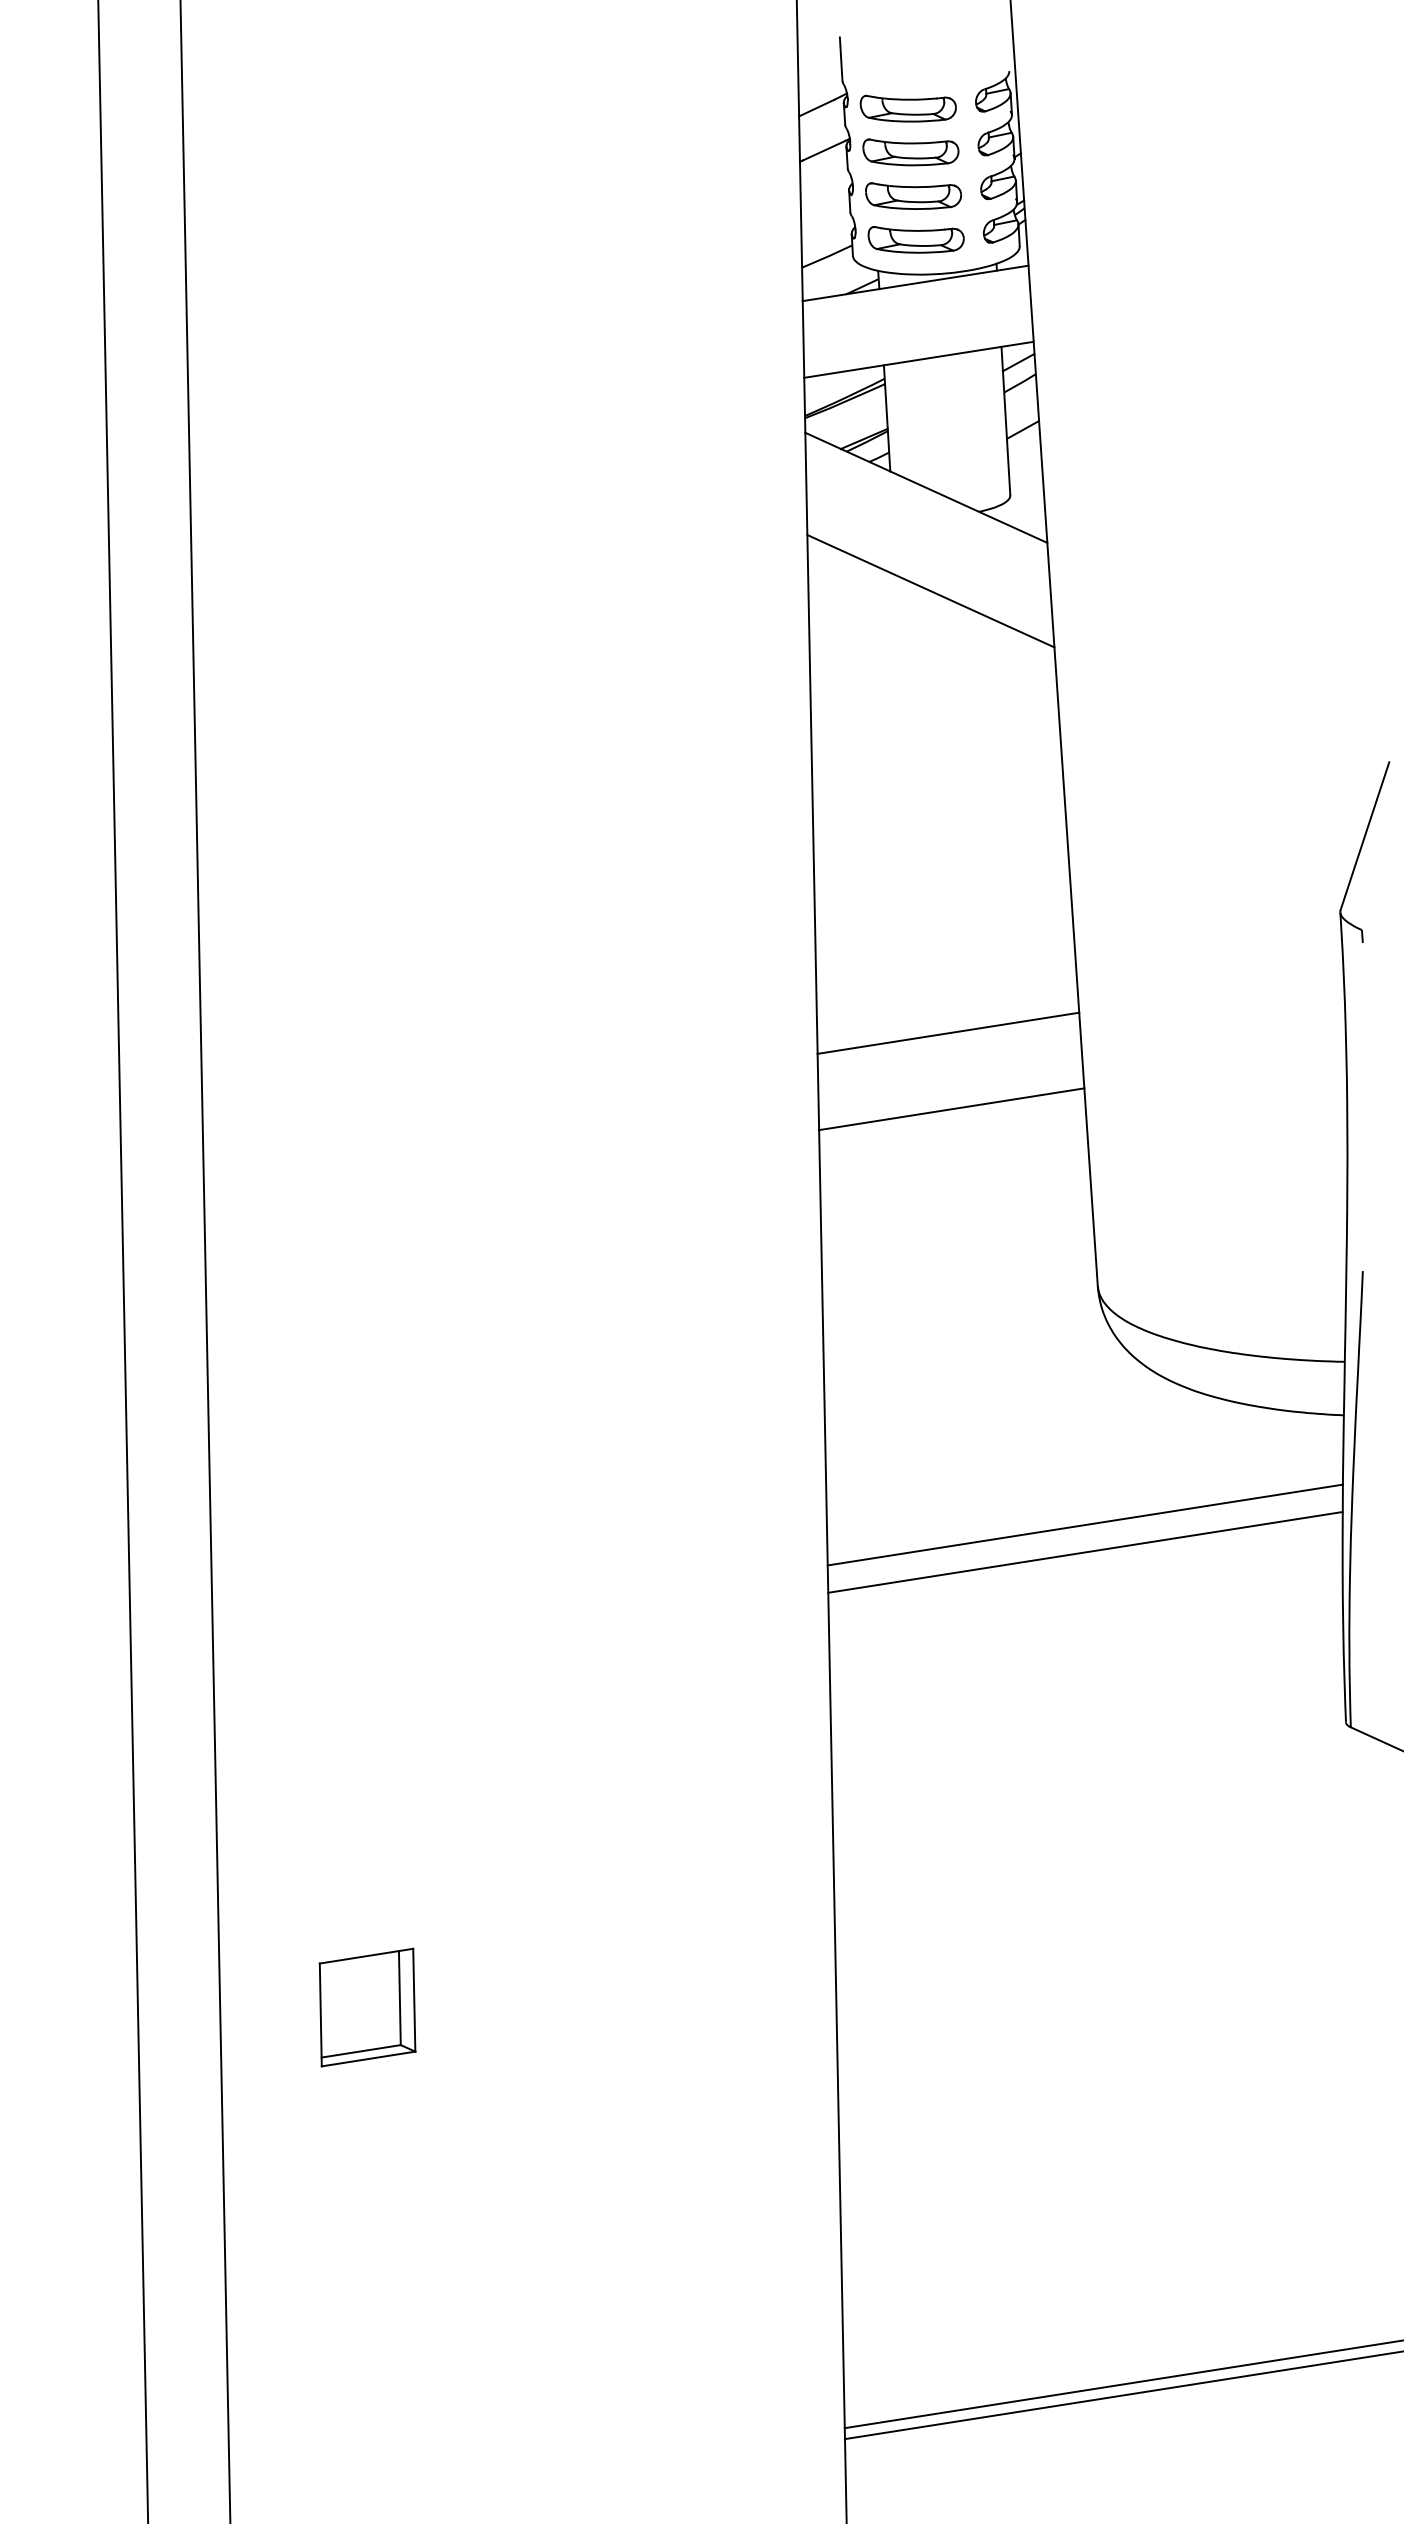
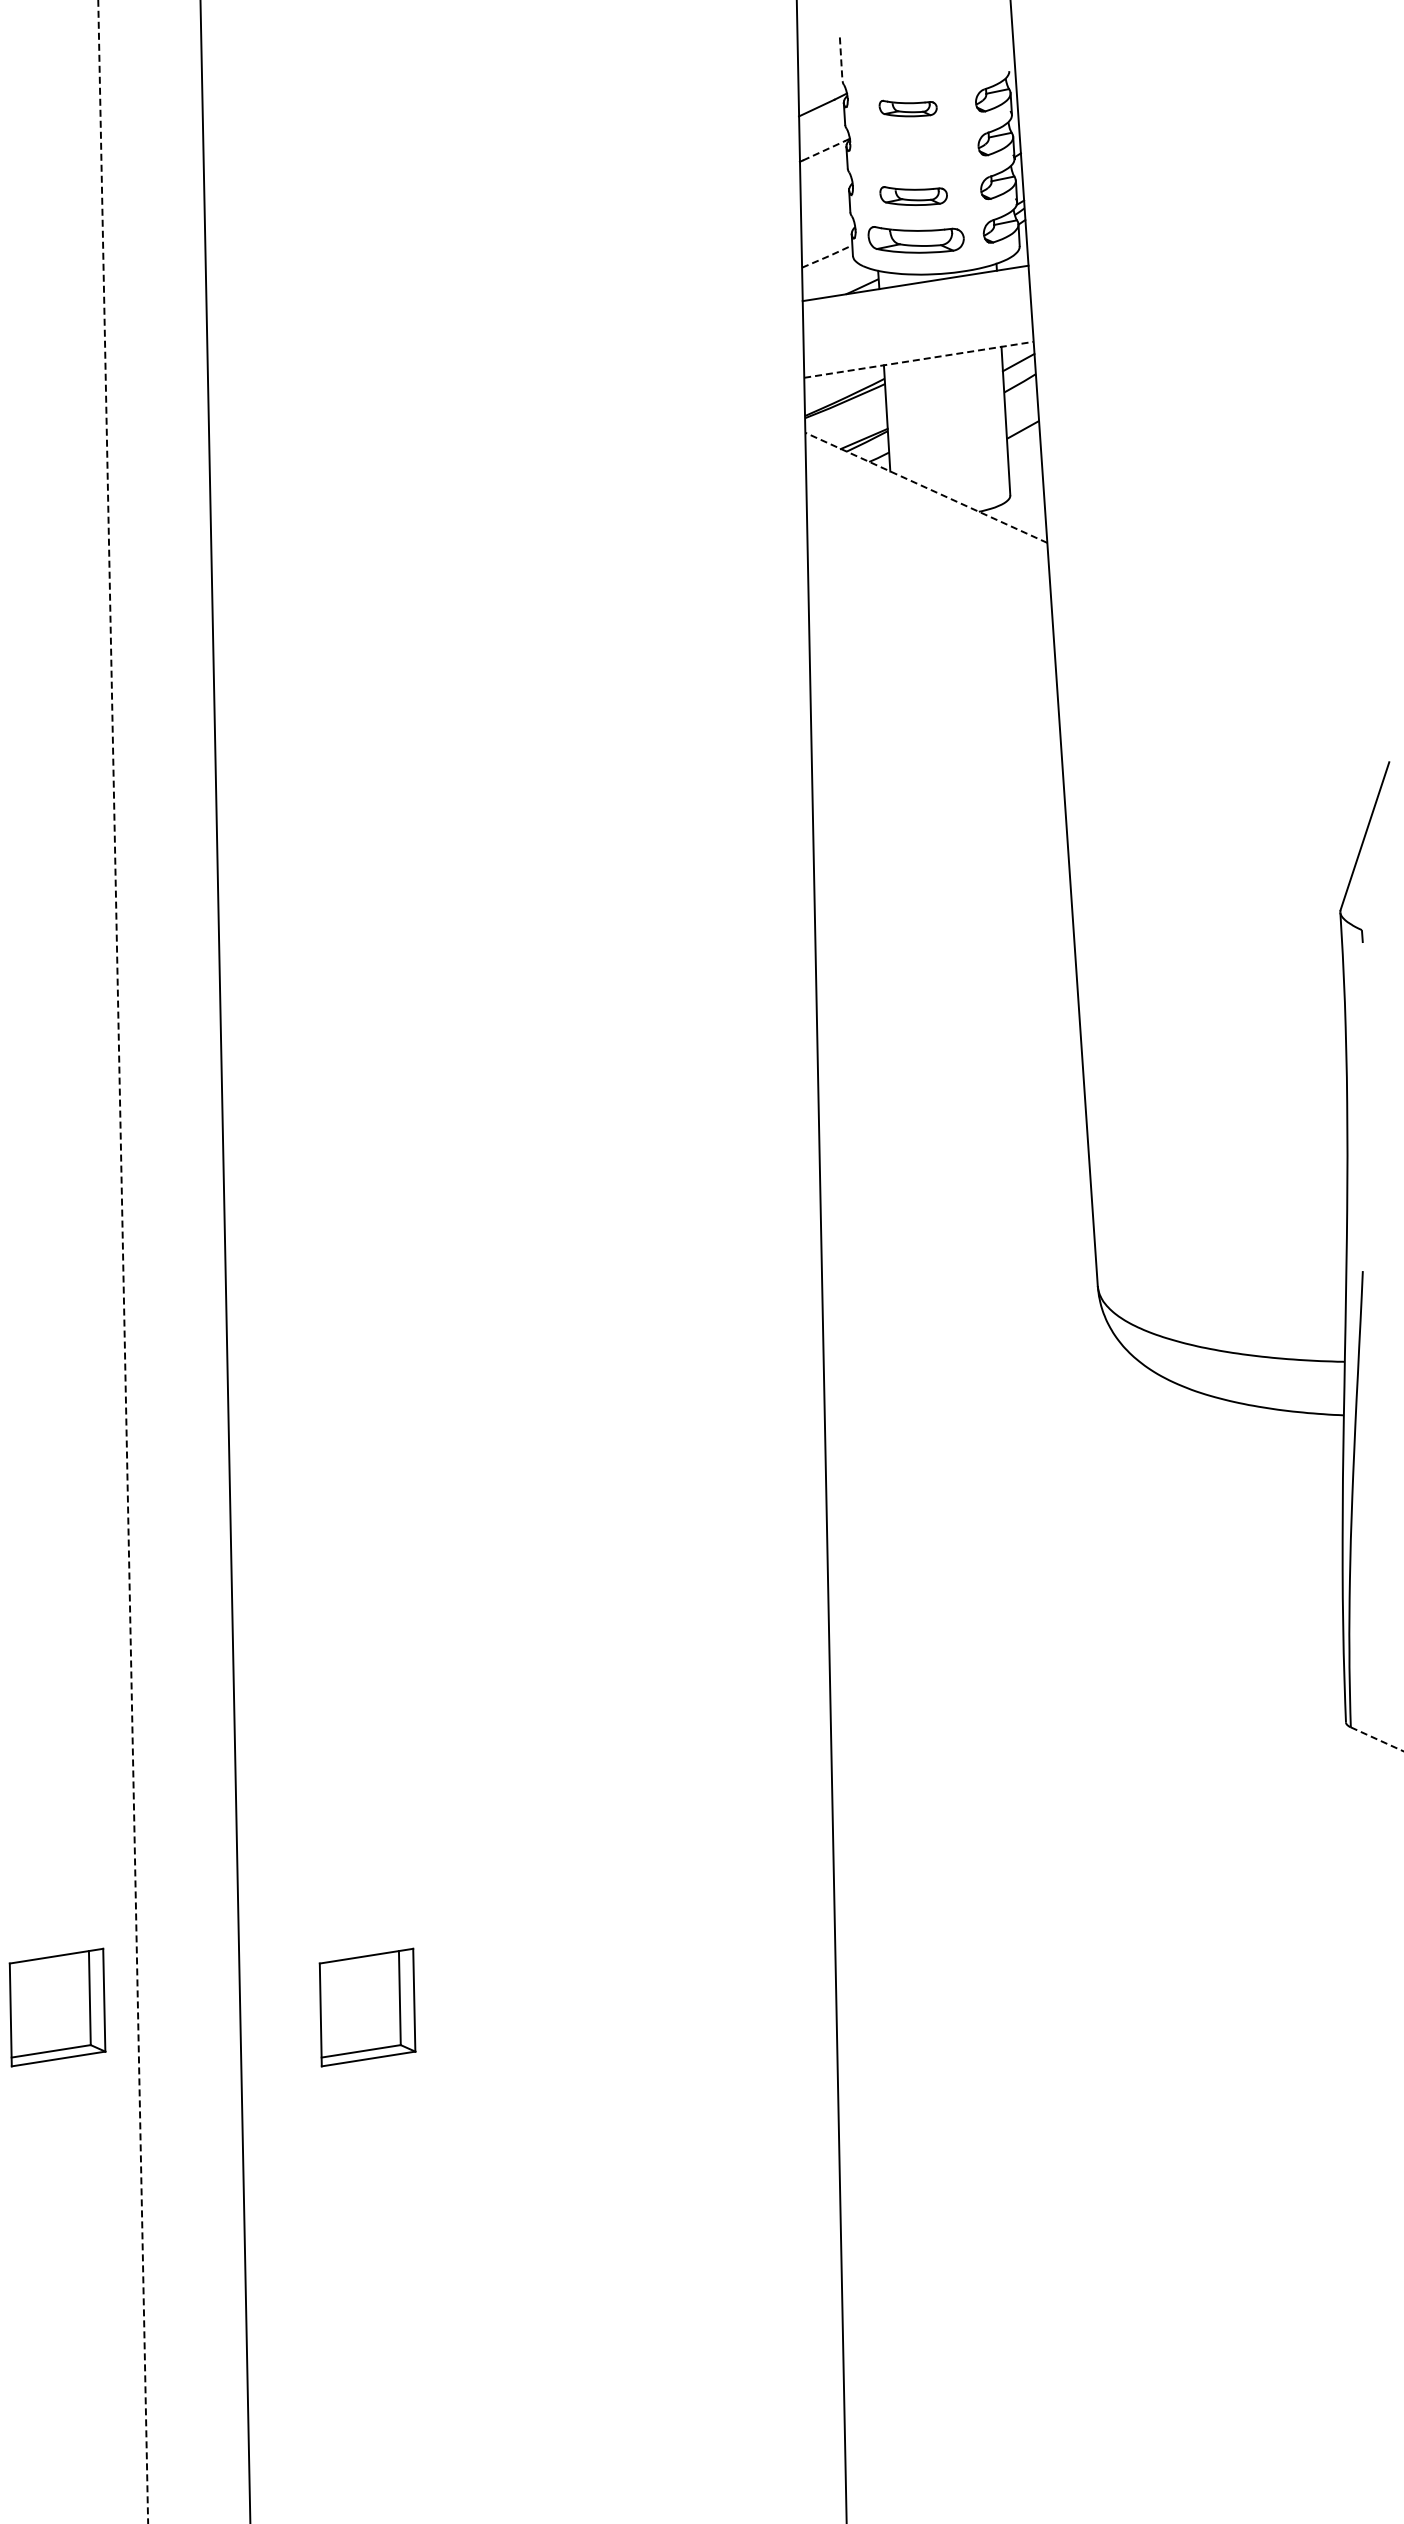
line at (841, 59): solid -> dashed
part at (907, 108) size: 98x29 px -> 60x19 px
line at (824, 150): solid -> dashed
part at (910, 152): present -> none
part at (913, 195) size: 98x28 px -> 69x20 px
line at (827, 256): solid -> dashed
line at (919, 359): solid -> dashed
line at (926, 487): solid -> dashed
line at (930, 591): present -> none
line at (948, 1032): present -> none
line at (951, 1109): present -> none
line at (123, 1261): solid -> dashed
line at (205, 1261) position: (205, 1261) -> (225, 1261)
line at (1084, 1524): present -> none
line at (1085, 1551): present -> none
line at (1377, 1739): solid -> dashed
part at (57, 2007): none -> present
line at (1122, 2384): present -> none
line at (1122, 2395): present -> none
